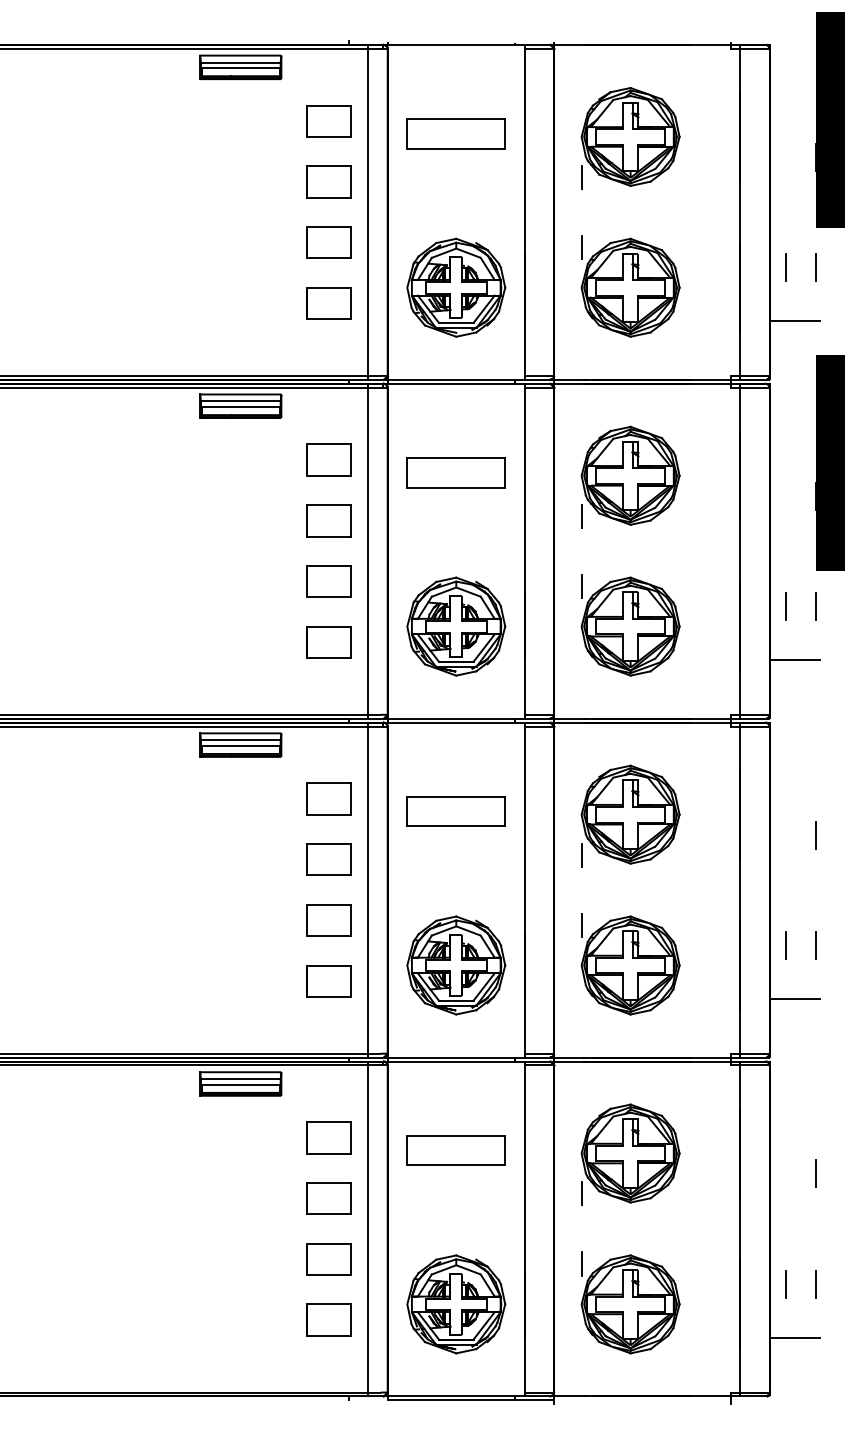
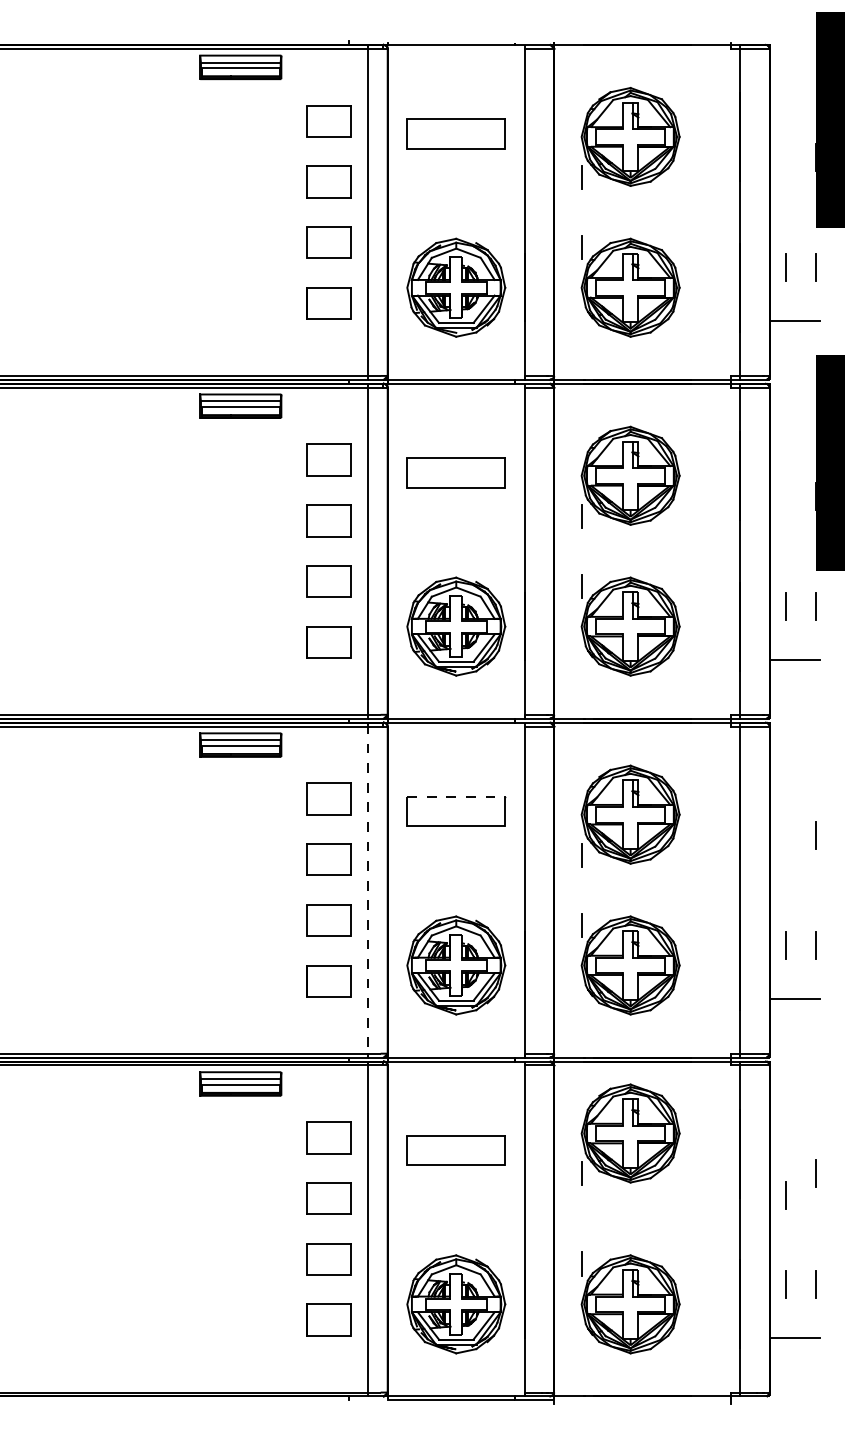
line at (456, 797): solid -> dashed
line at (368, 888): solid -> dashed
part at (630, 1154) position: (630, 1154) -> (630, 1134)
line at (785, 1195): none -> present
